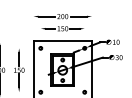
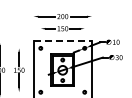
line at (63, 41): solid -> dashed
